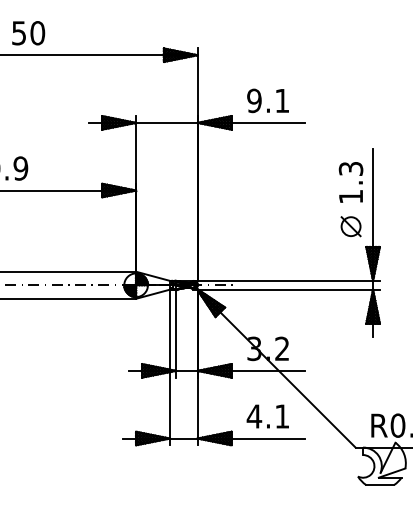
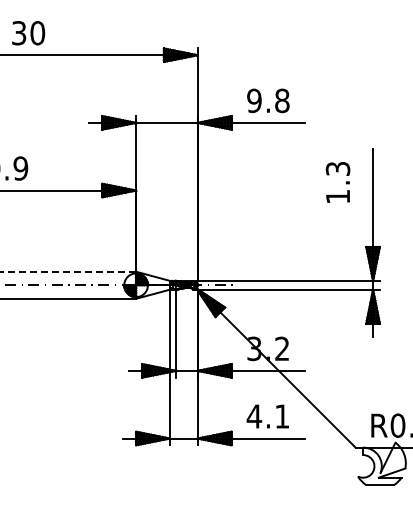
text at (19, 32): 50 -> 30
text at (282, 100): 9.1 -> 9.8
text at (350, 182) position: (350, 182) -> (337, 182)
part at (350, 226): present -> none
line at (68, 271): solid -> dashed
